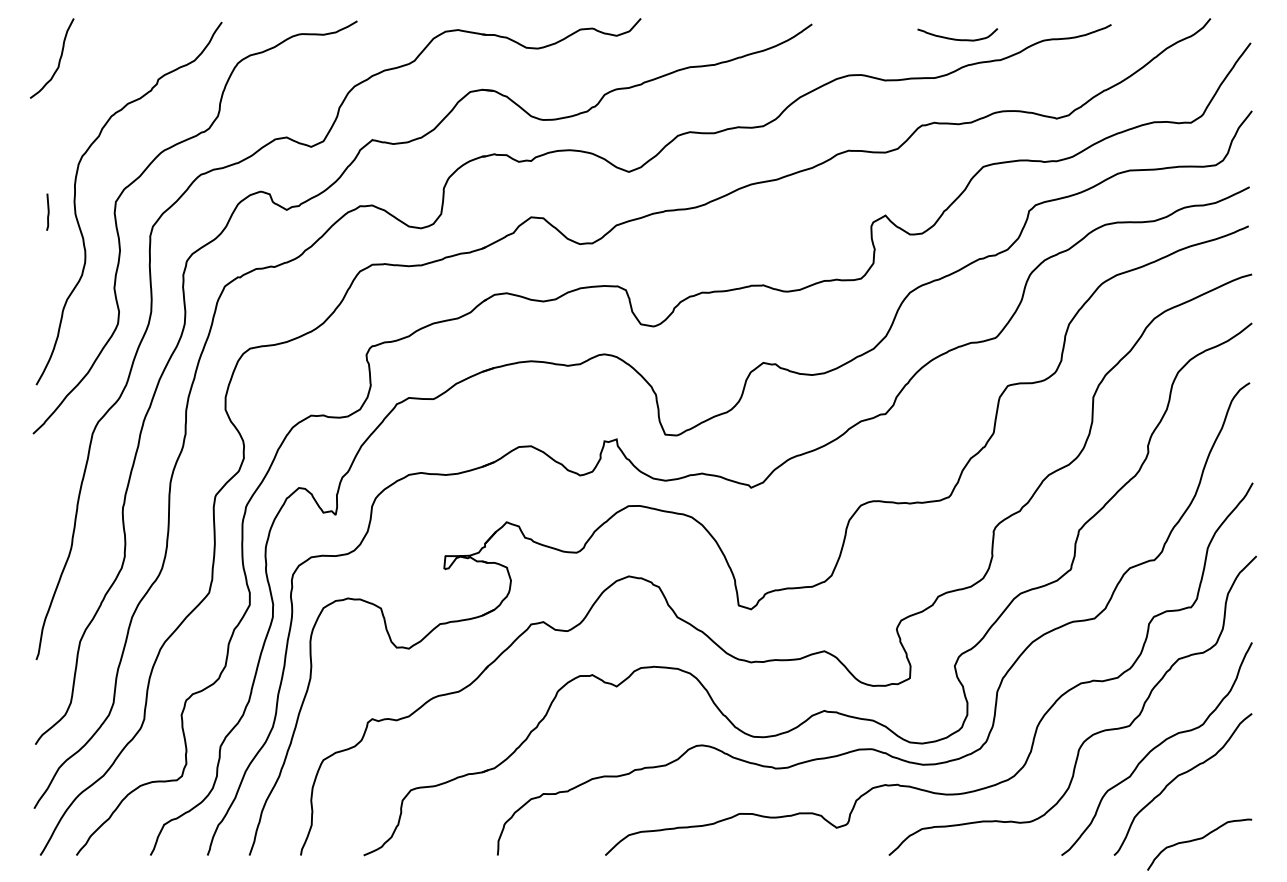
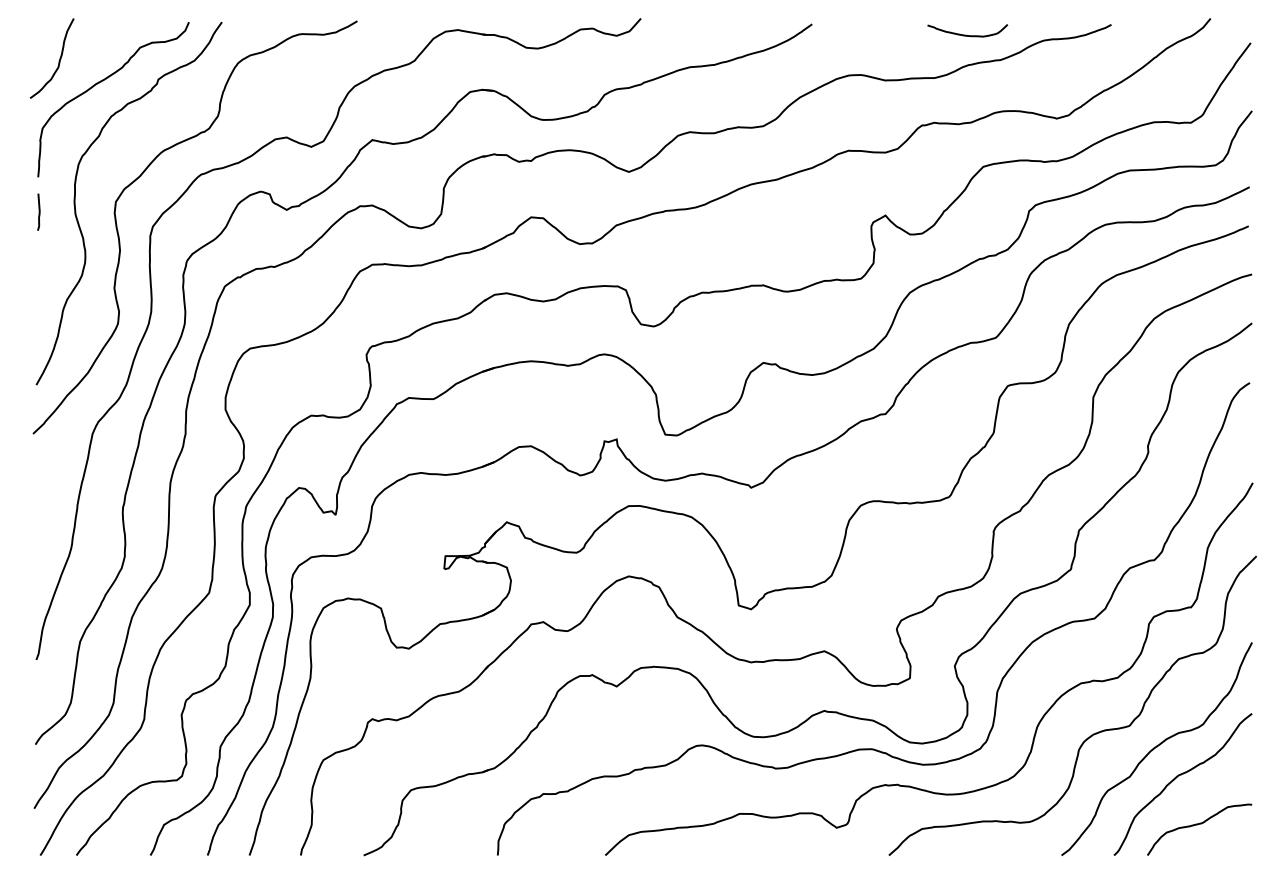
curve at (956, 38) position: (956, 38) -> (966, 34)
curve at (103, 81): none -> present
line at (47, 211) position: (47, 211) -> (38, 211)
curve at (1197, 840) position: (1197, 840) -> (1197, 825)
